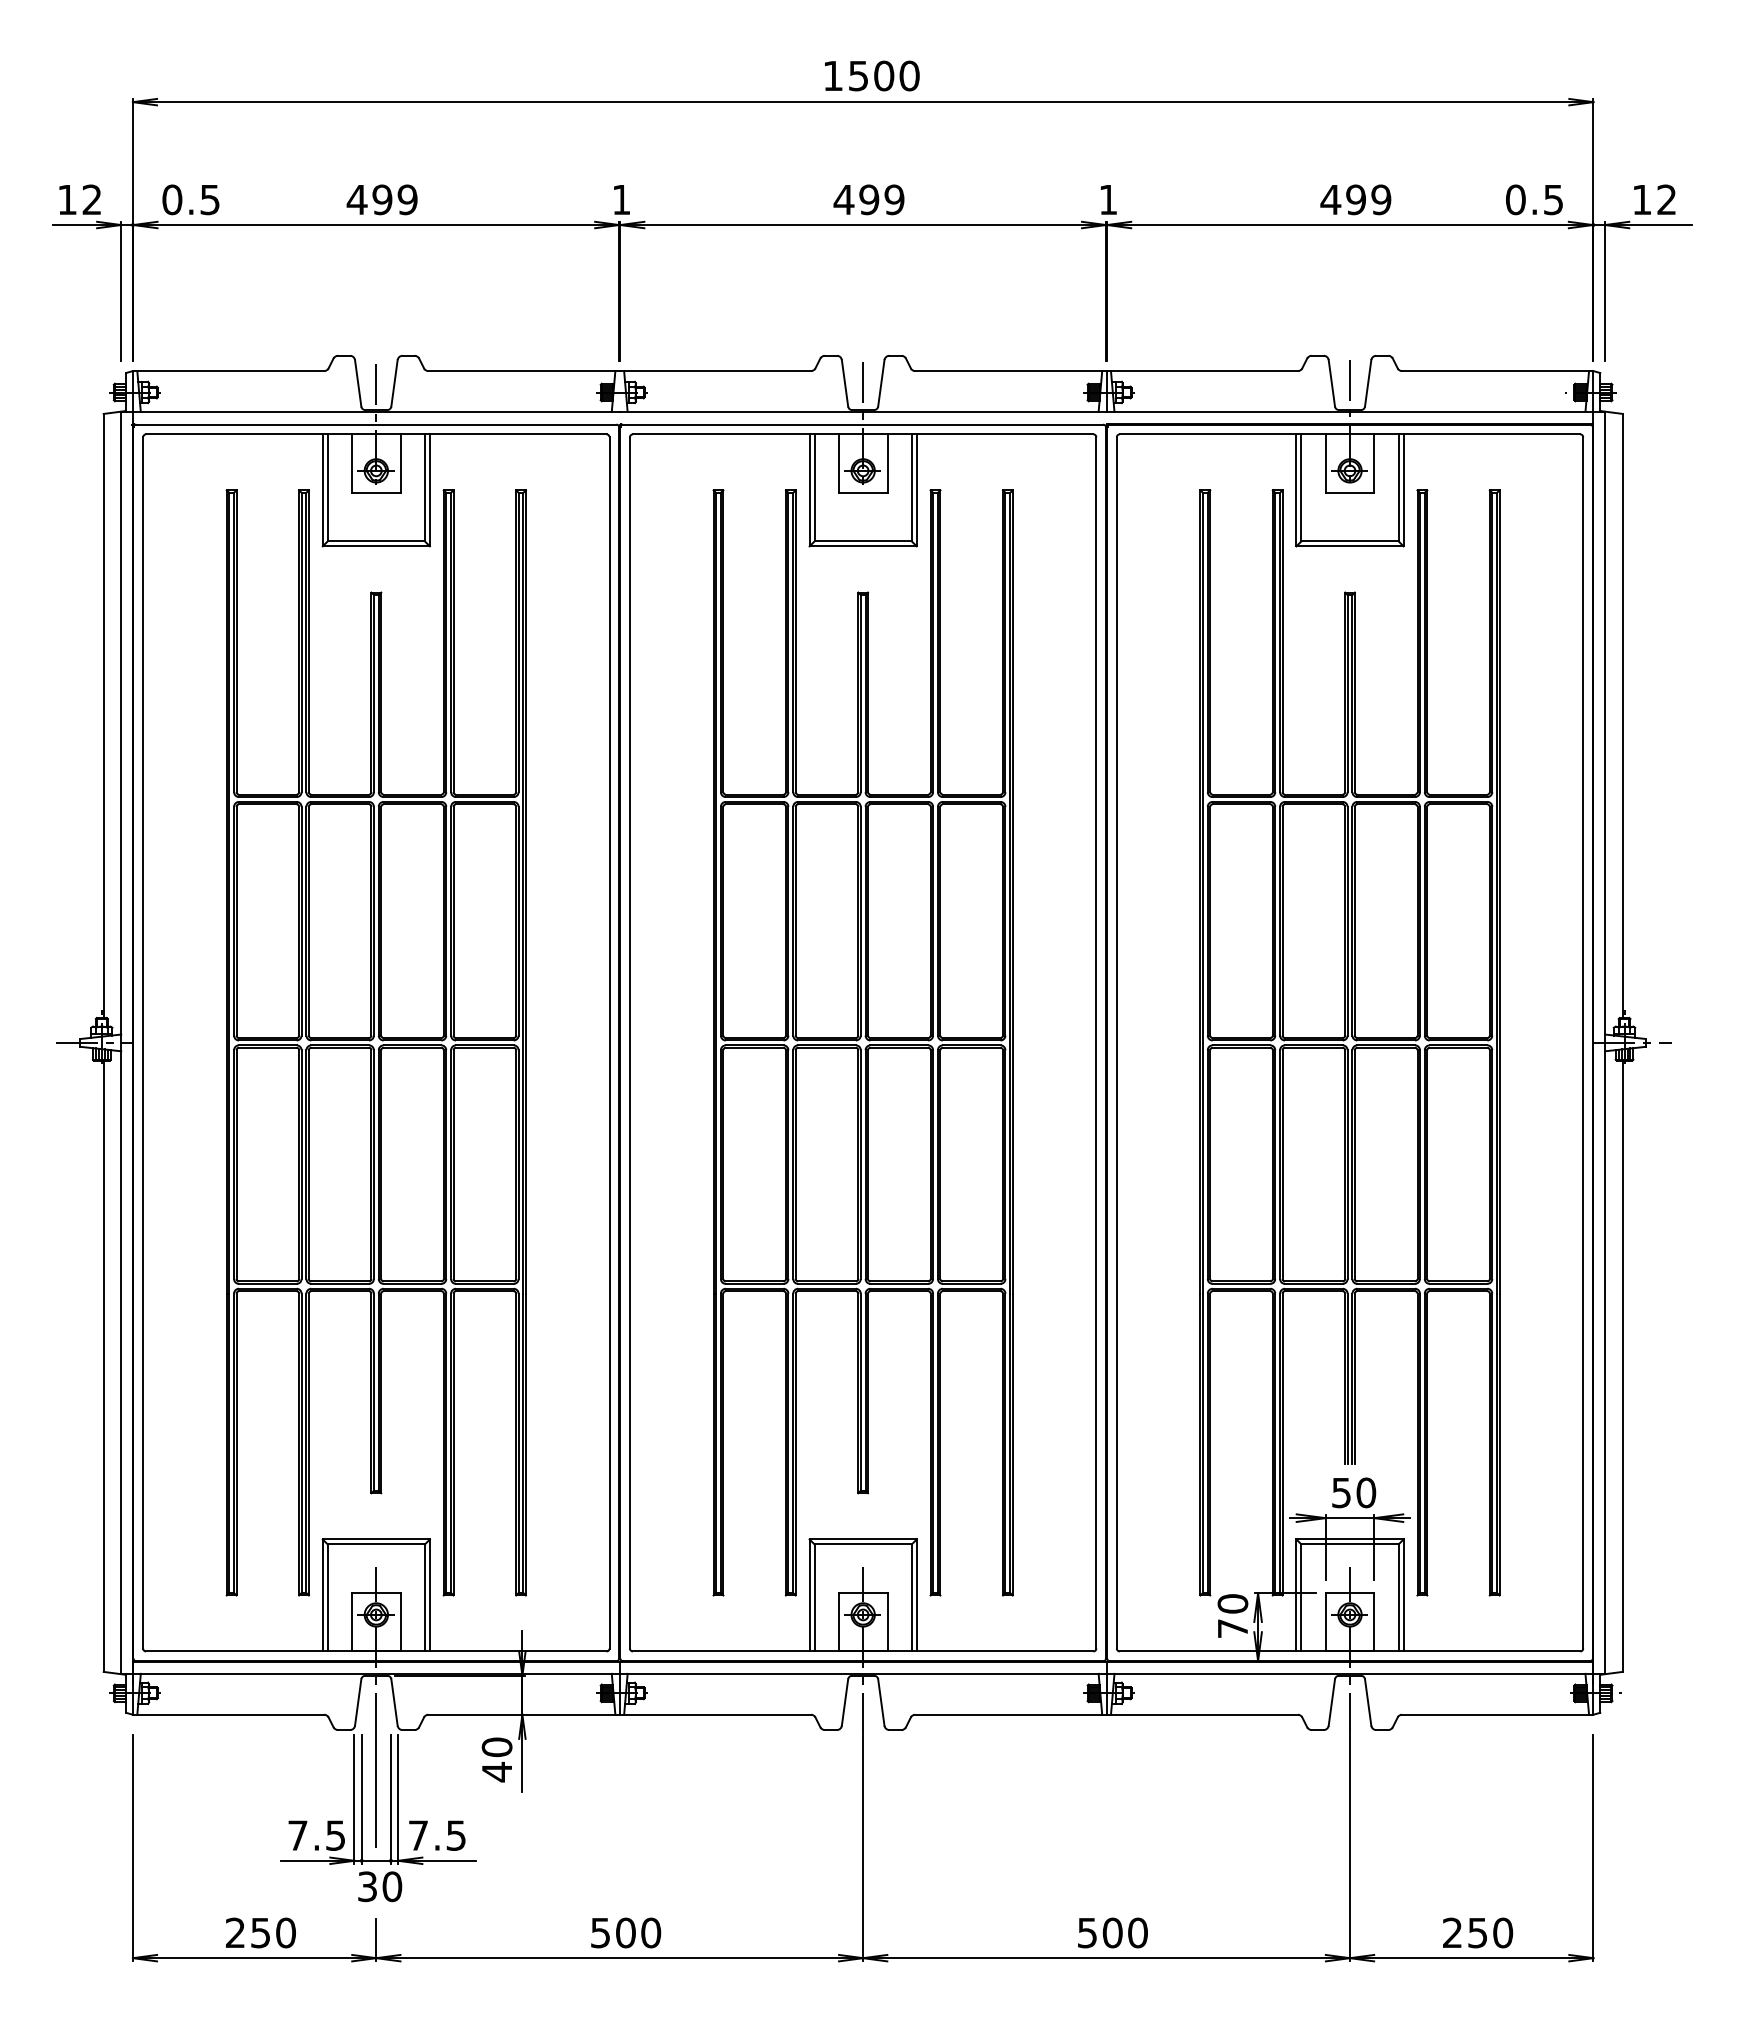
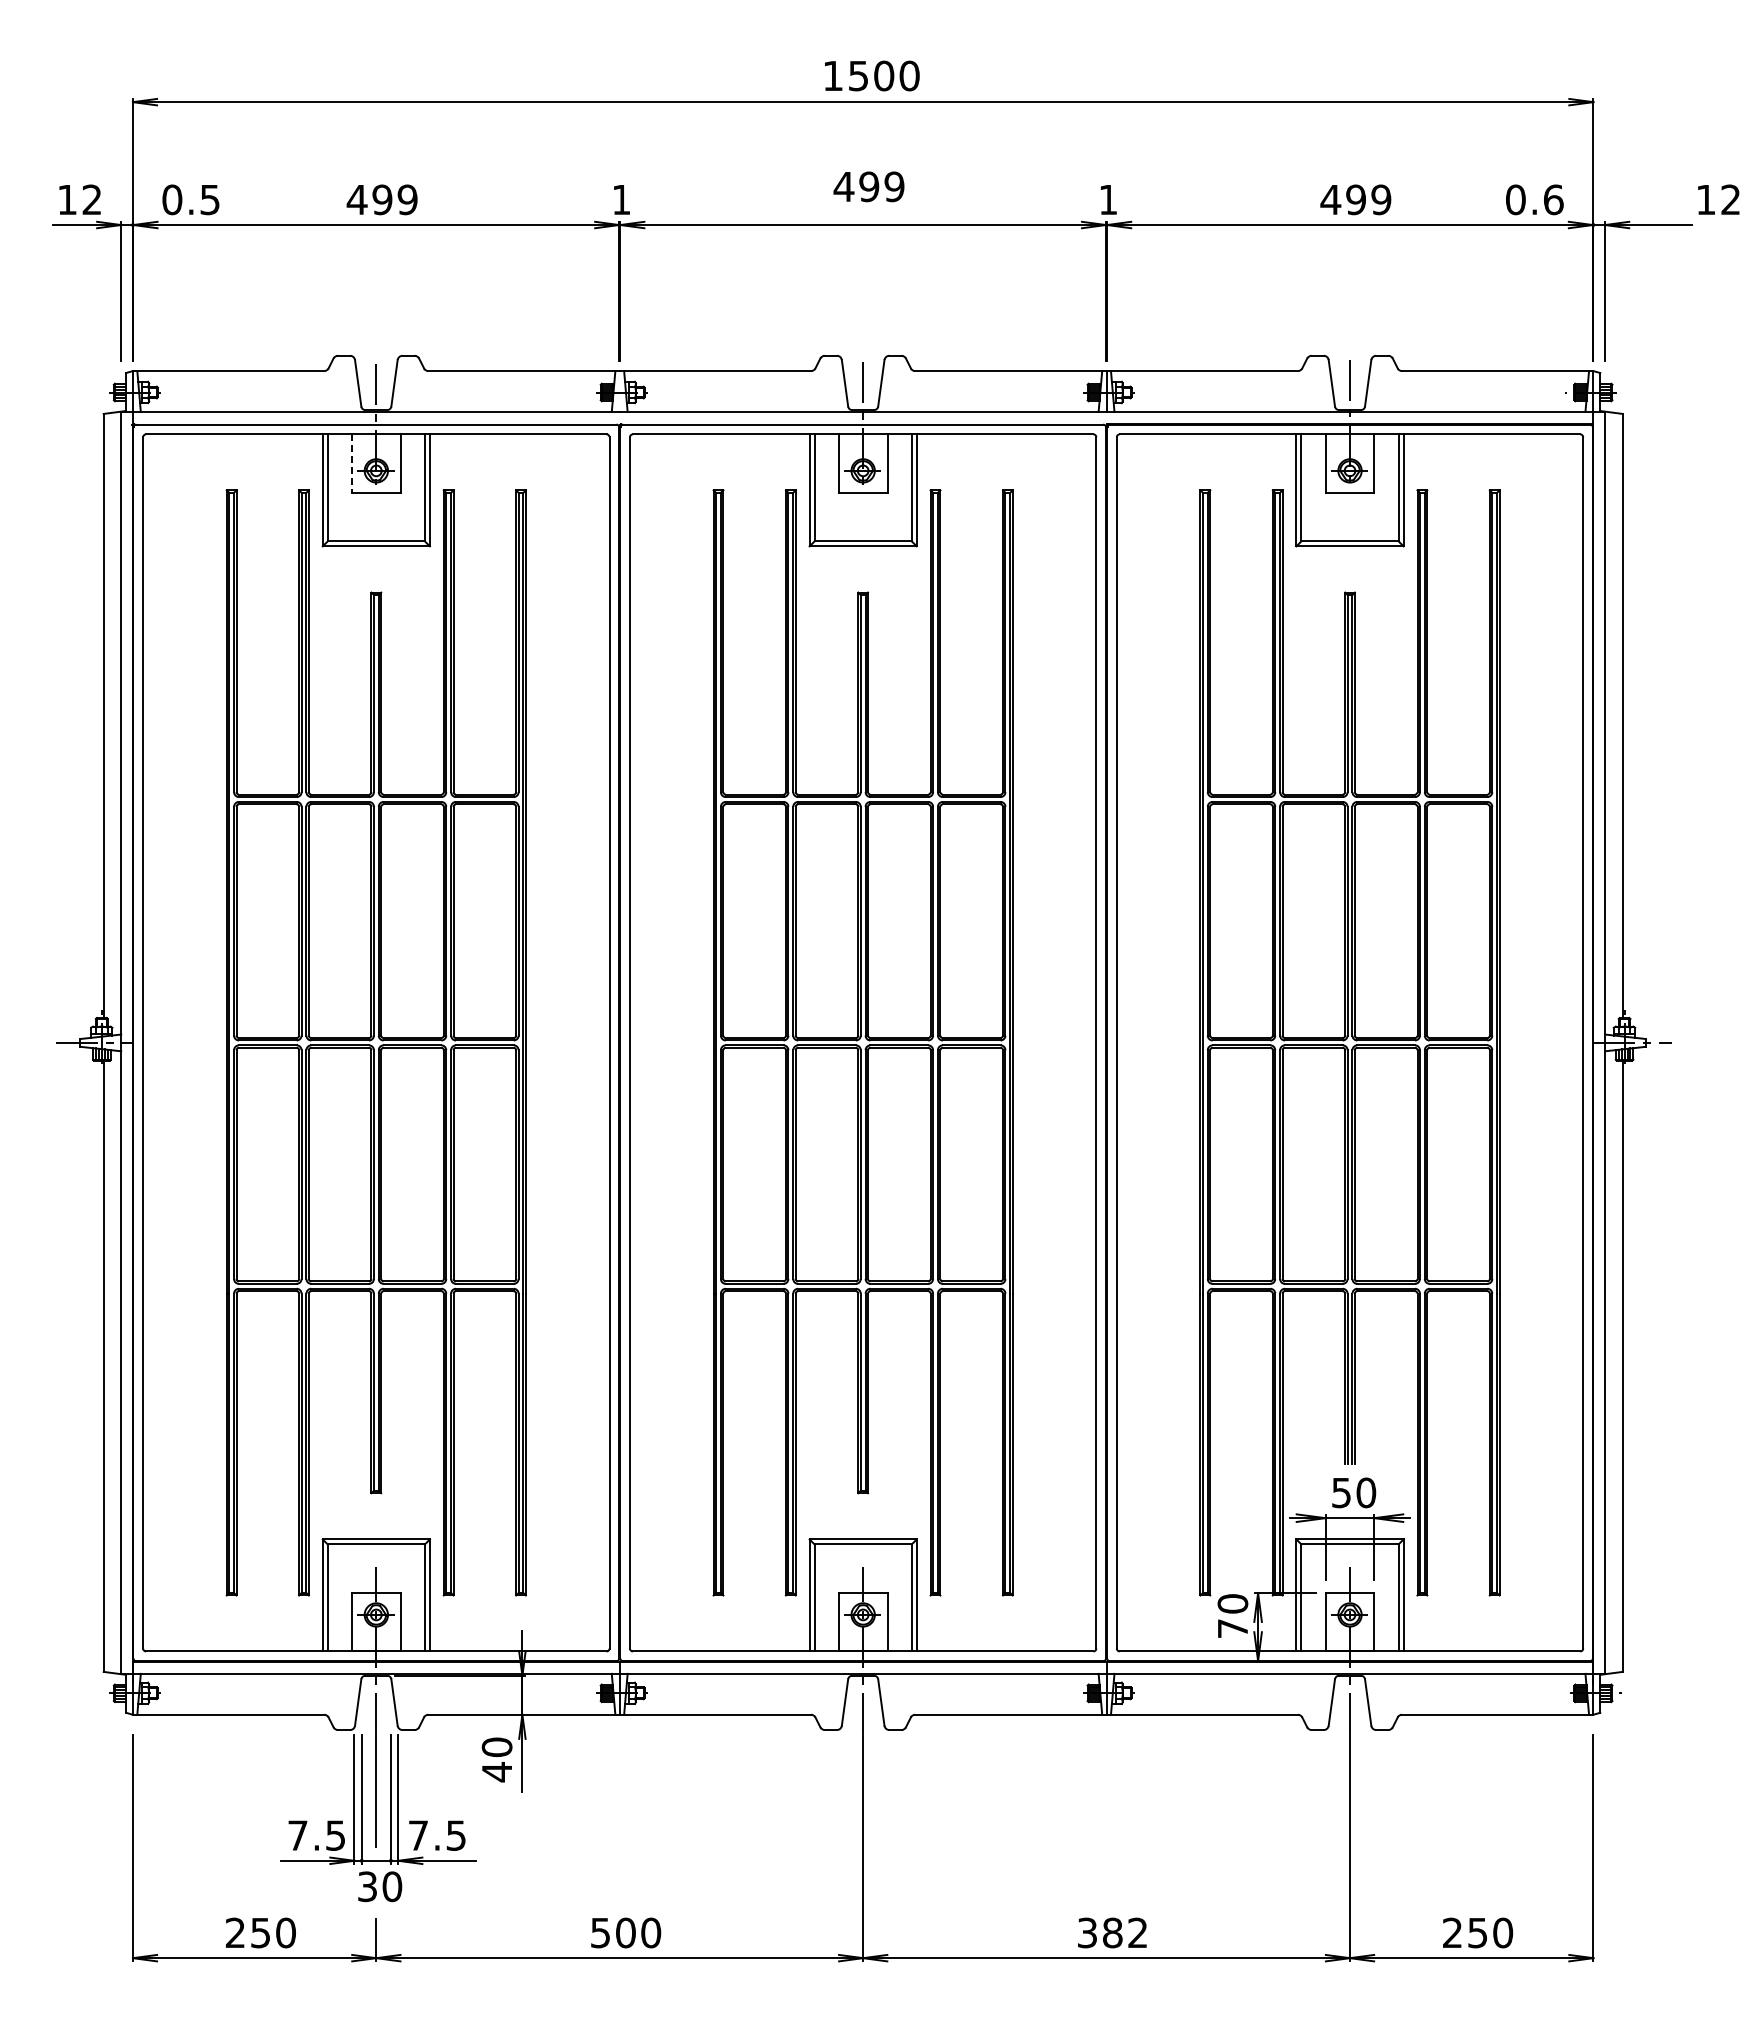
text at (868, 199) position: (868, 199) -> (868, 186)
text at (1553, 199): 0.5 -> 0.6
text at (1654, 199) position: (1654, 199) -> (1718, 199)
line at (352, 464): solid -> dashed
text at (1112, 1932): 500 -> 382
